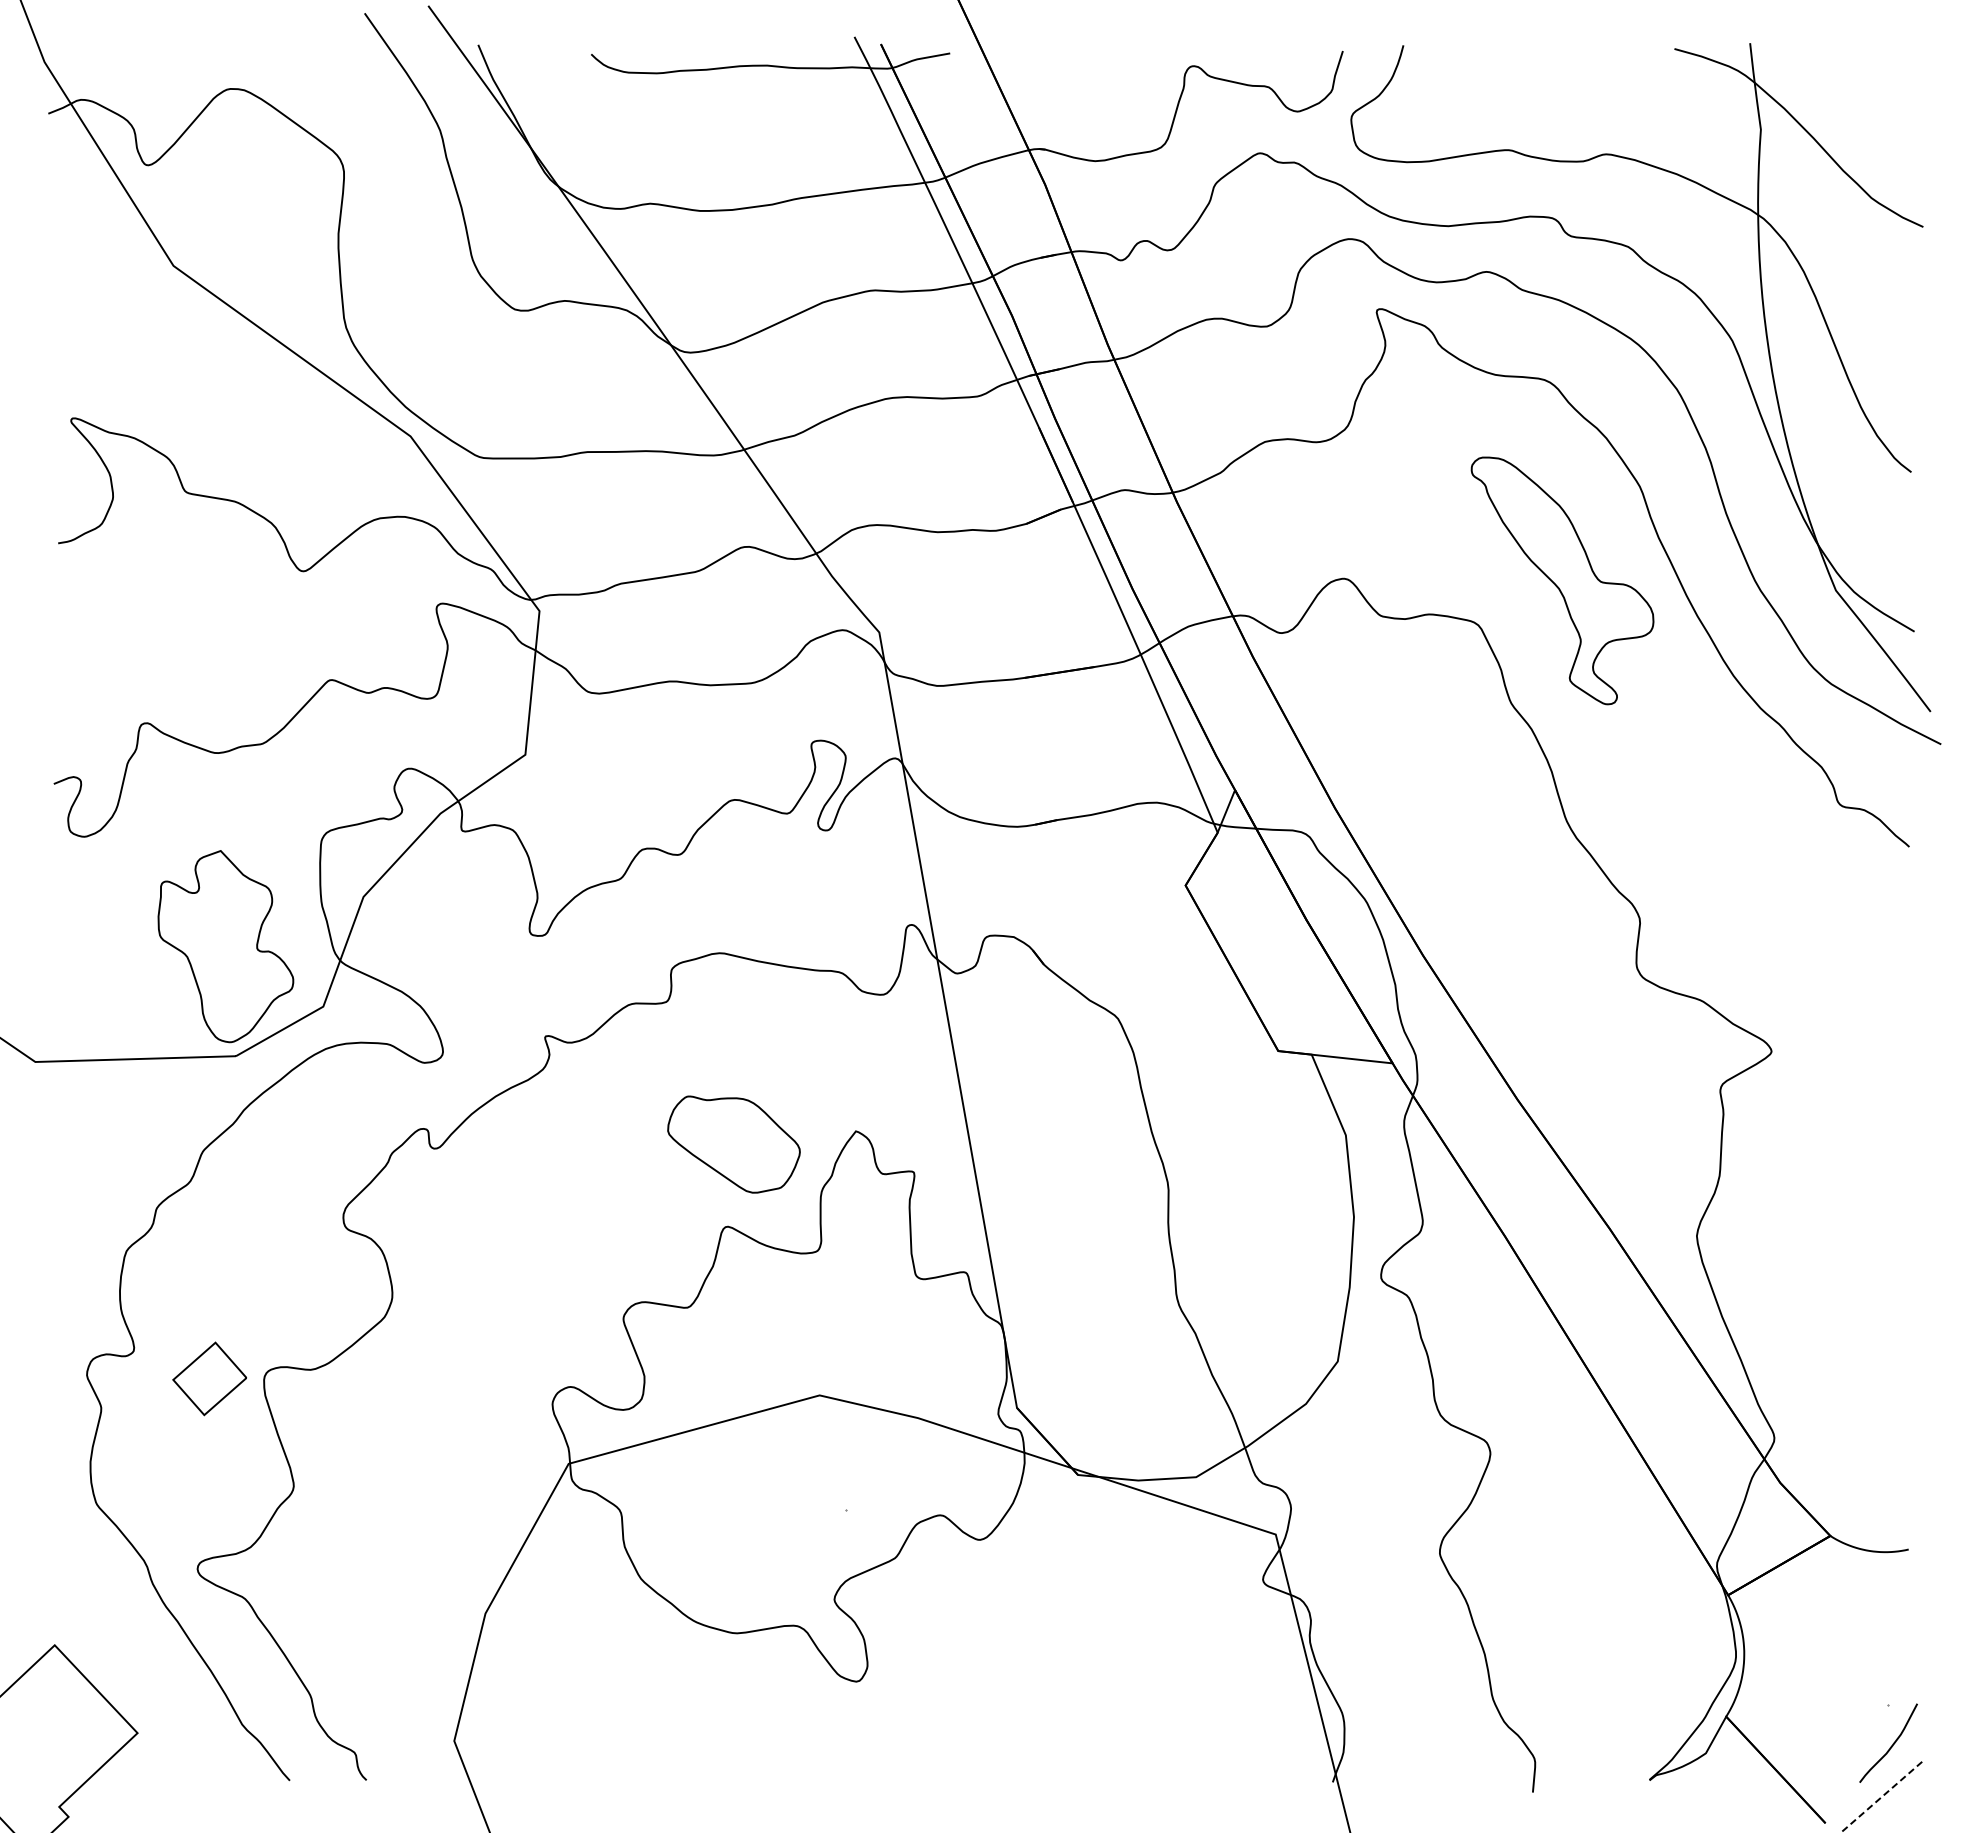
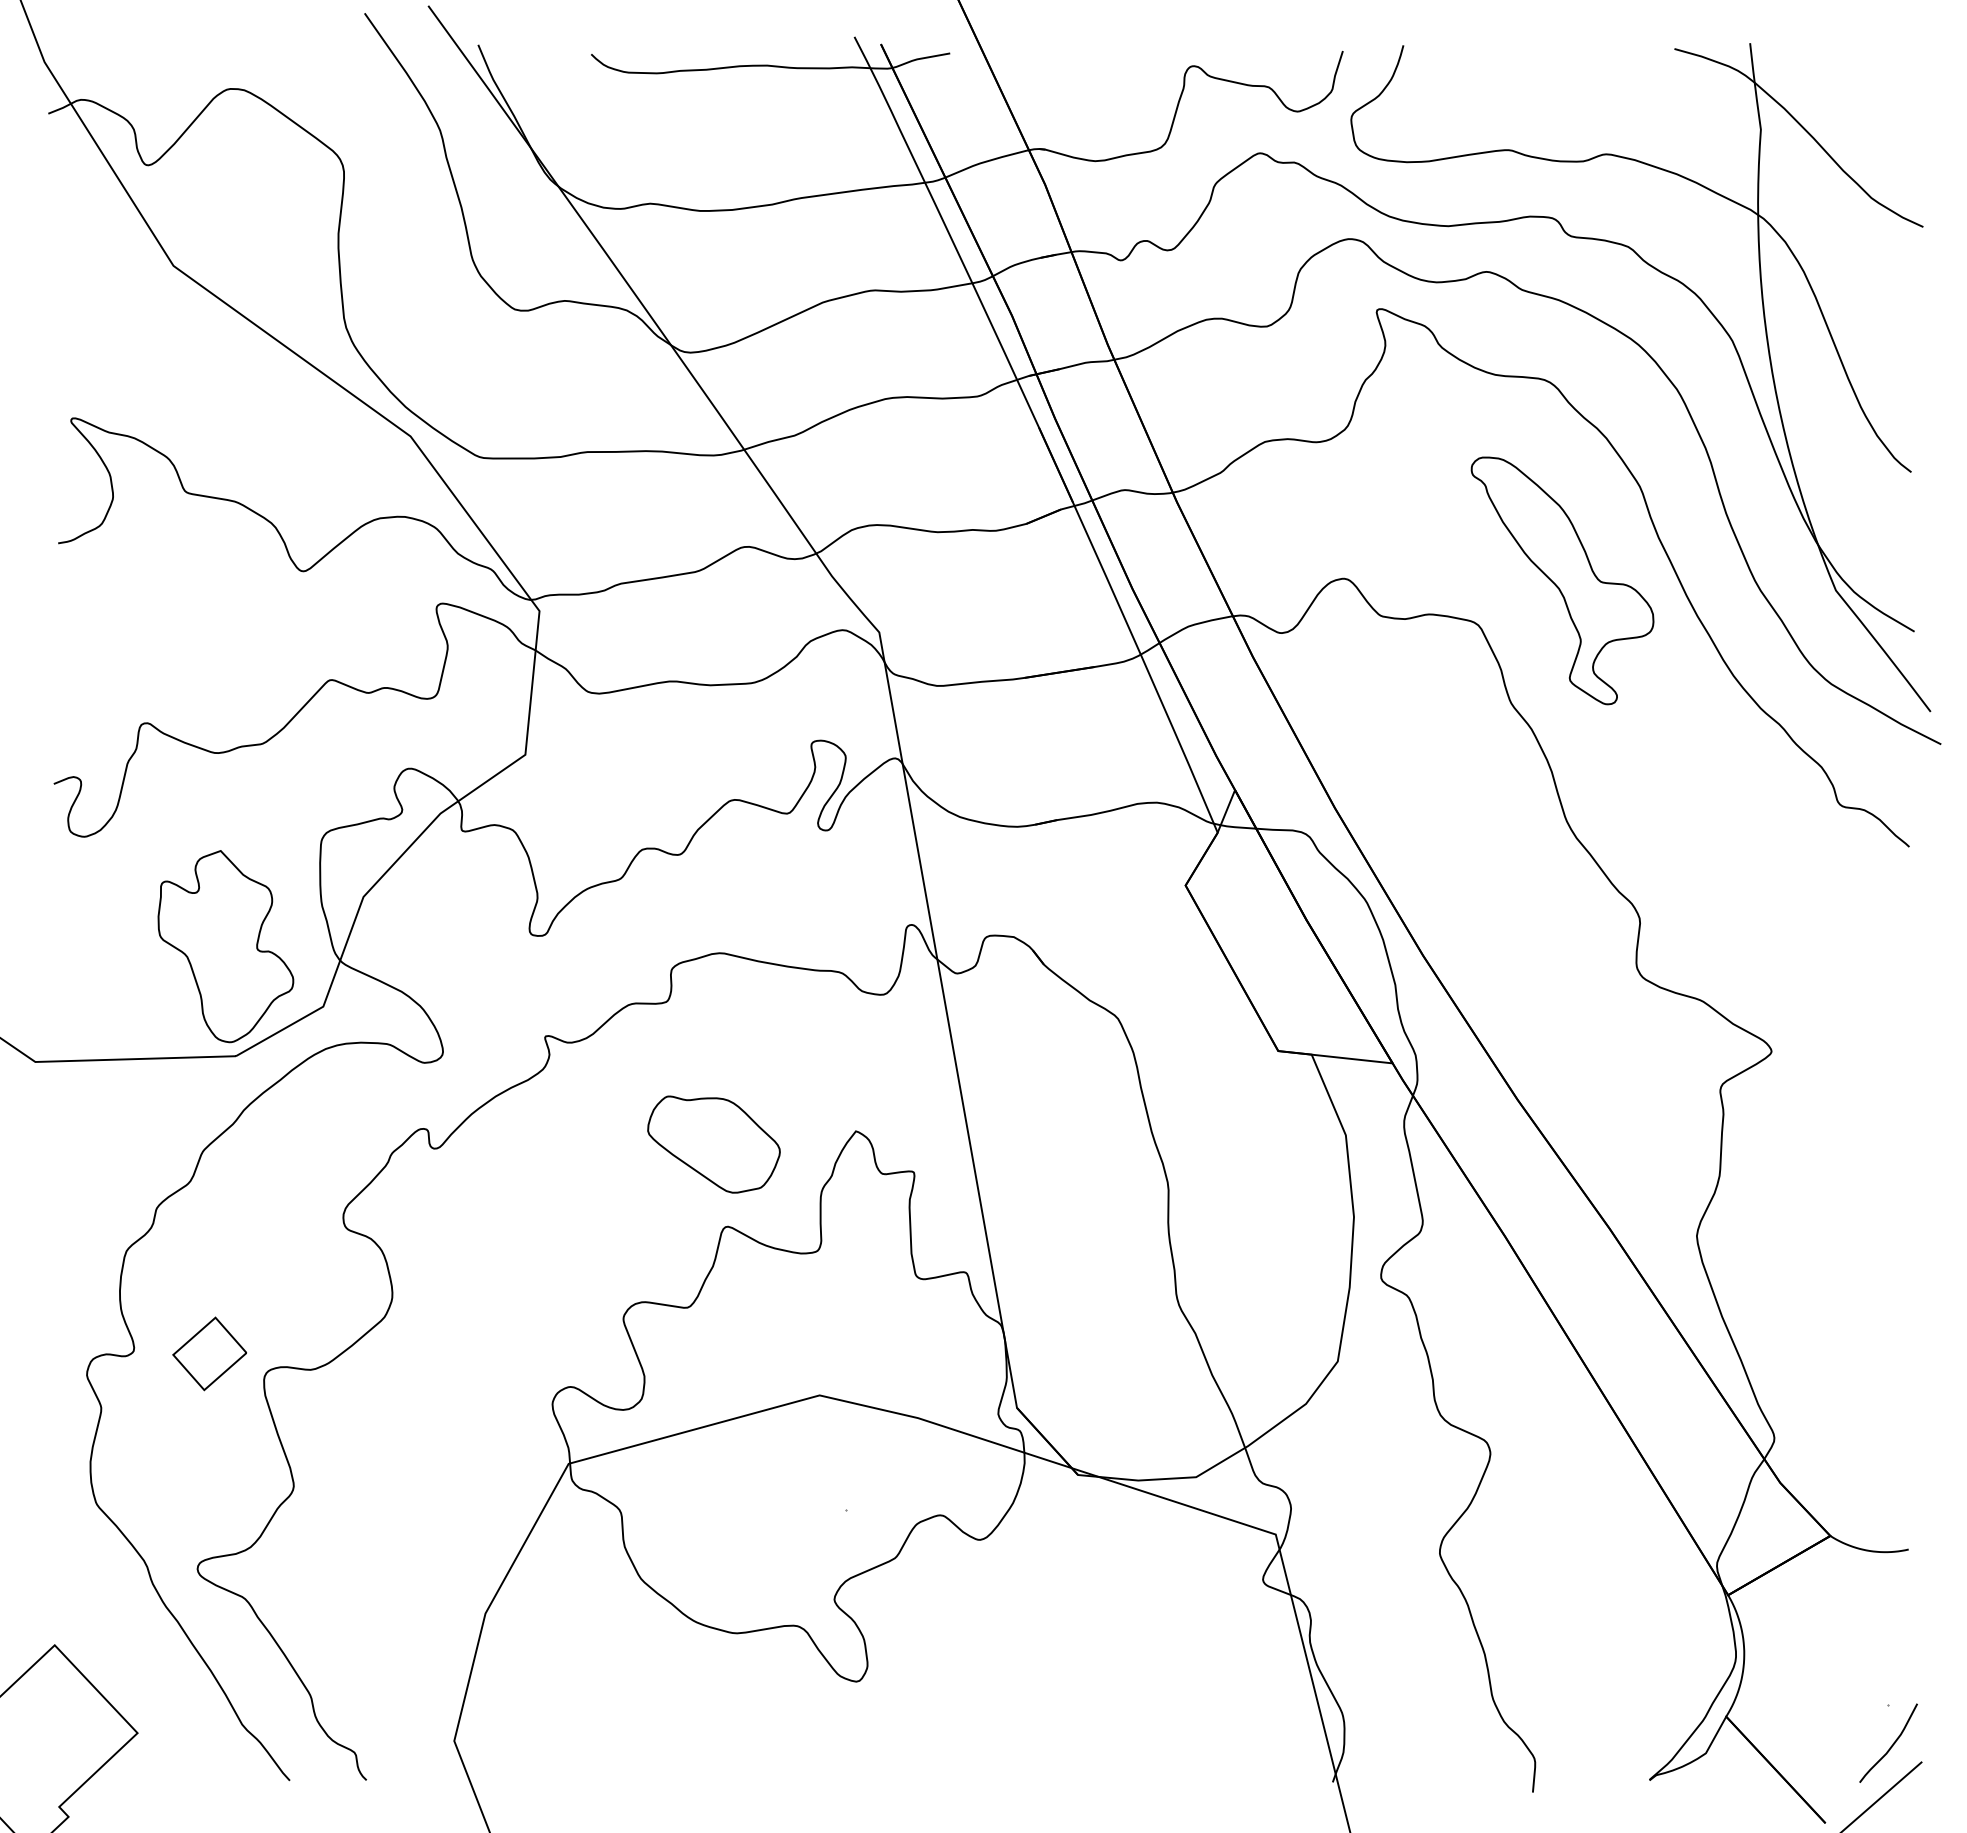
part at (733, 1144) position: (733, 1144) -> (713, 1144)
part at (209, 1378) position: (209, 1378) -> (209, 1353)
line at (1881, 1797): dashed -> solid
